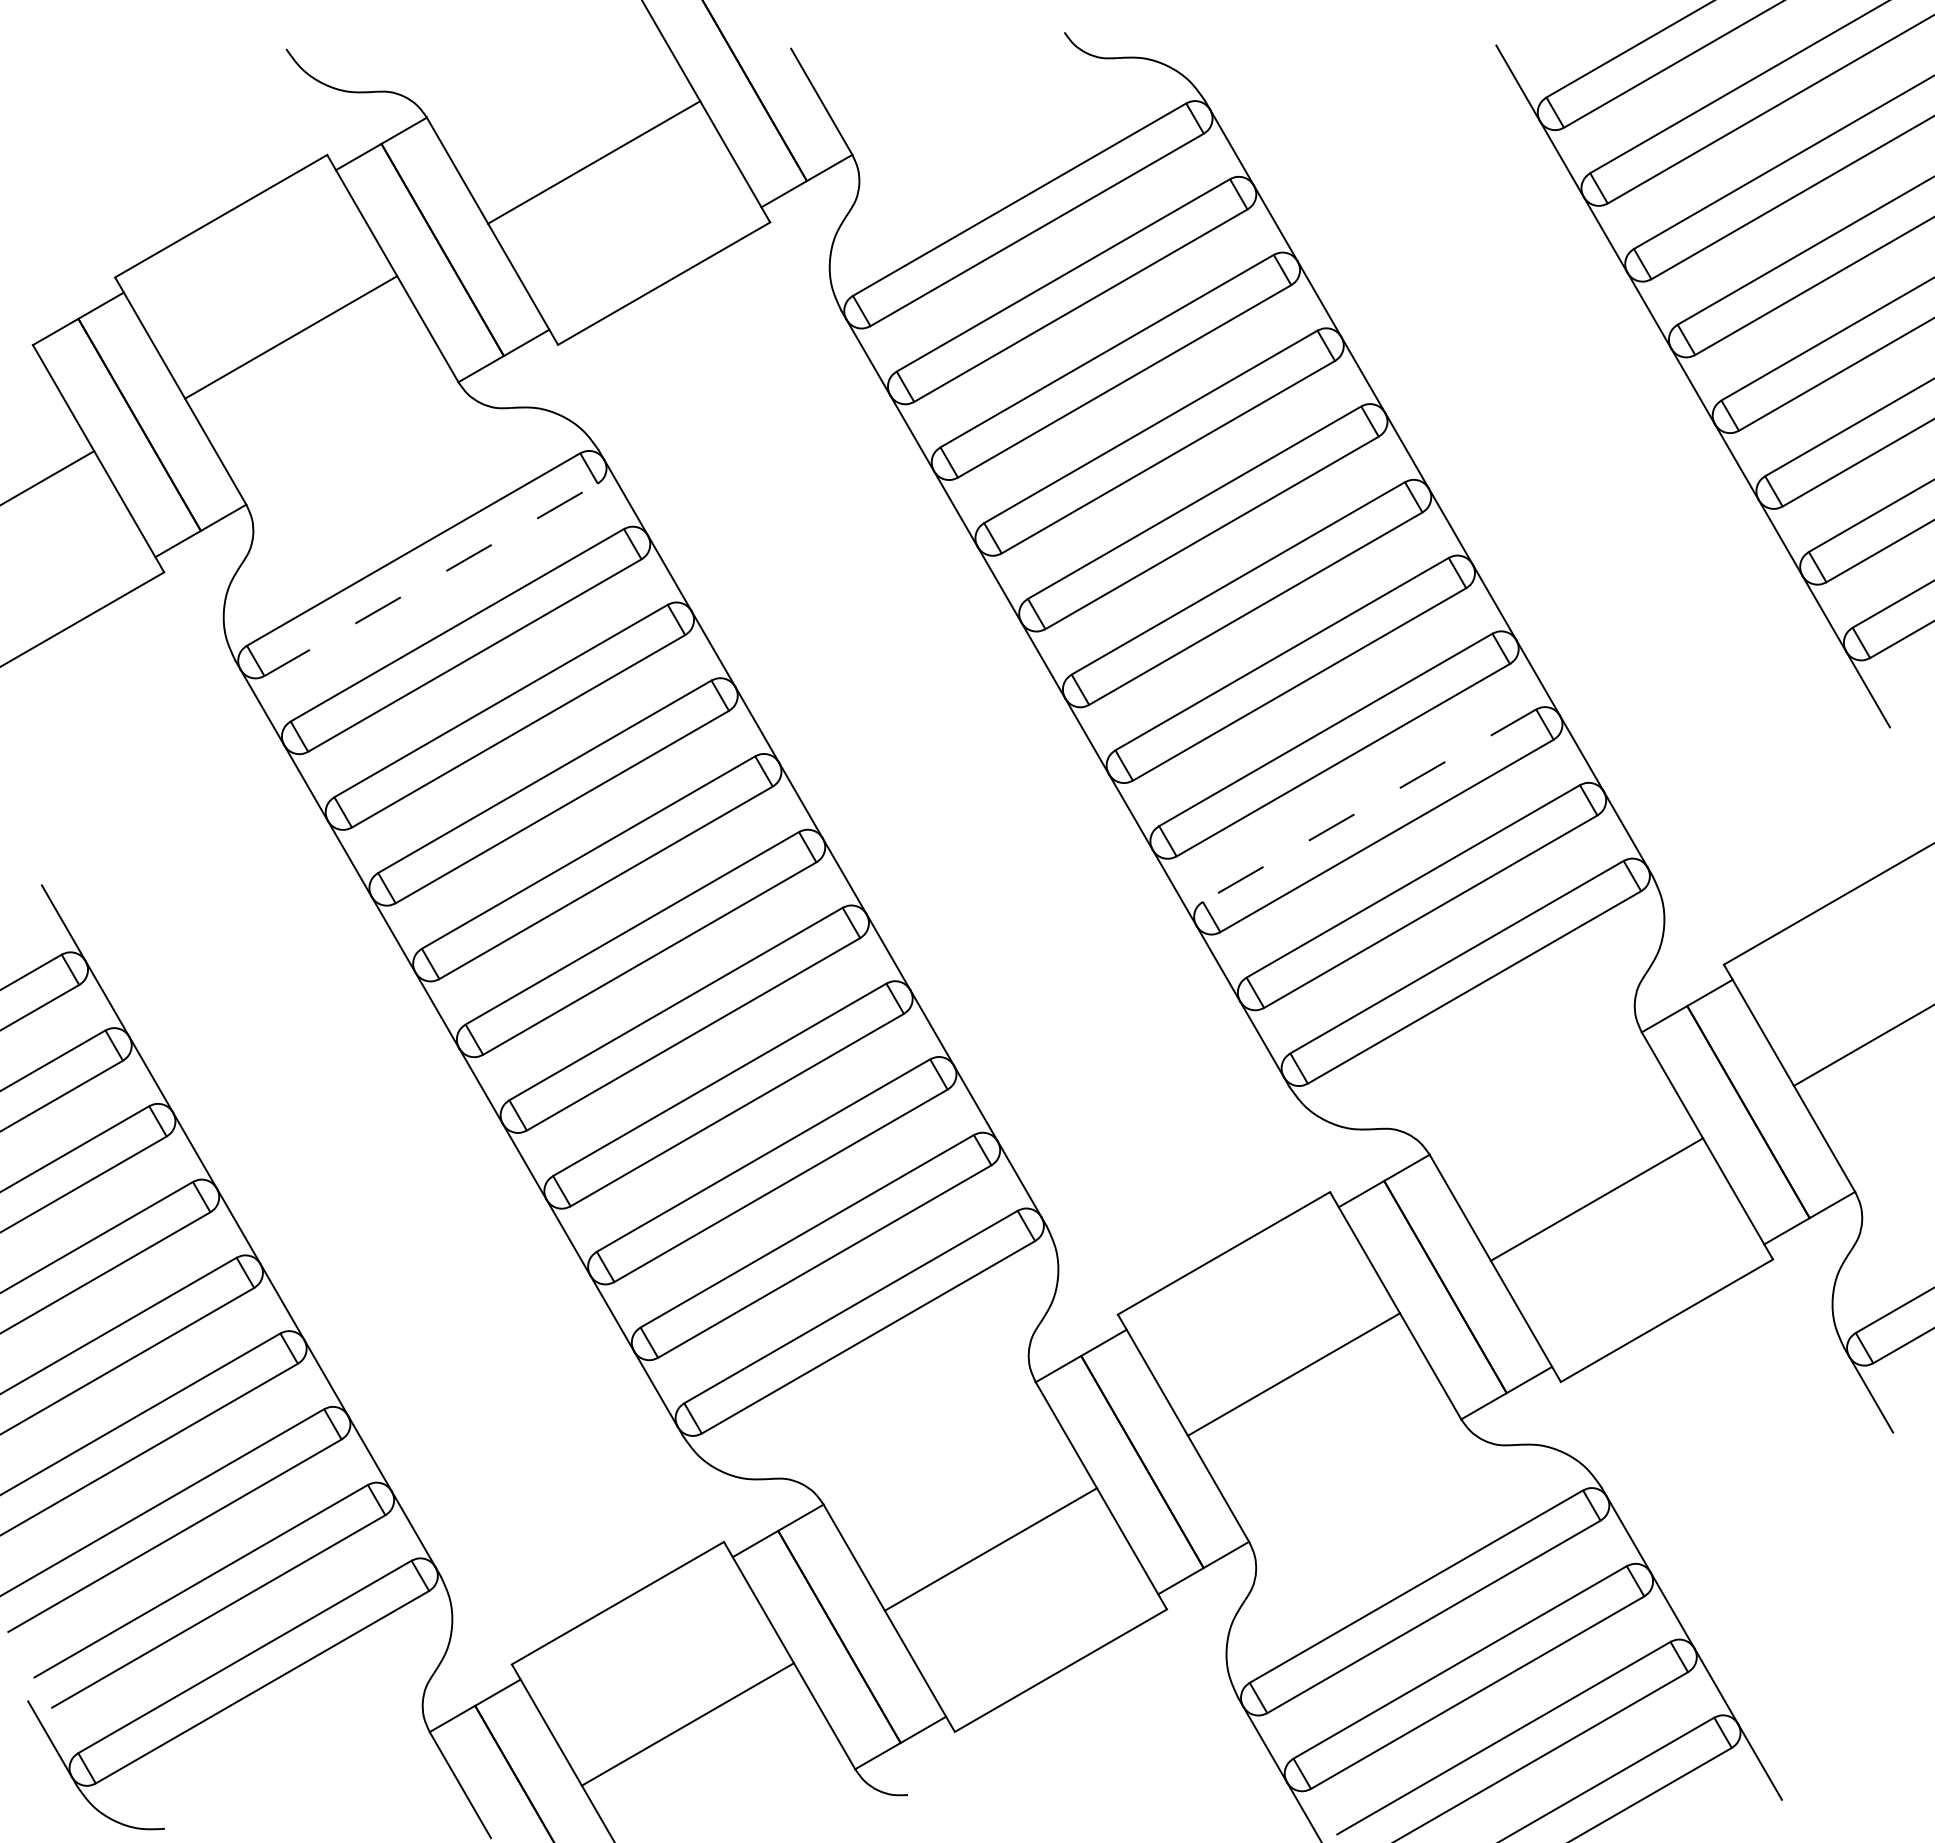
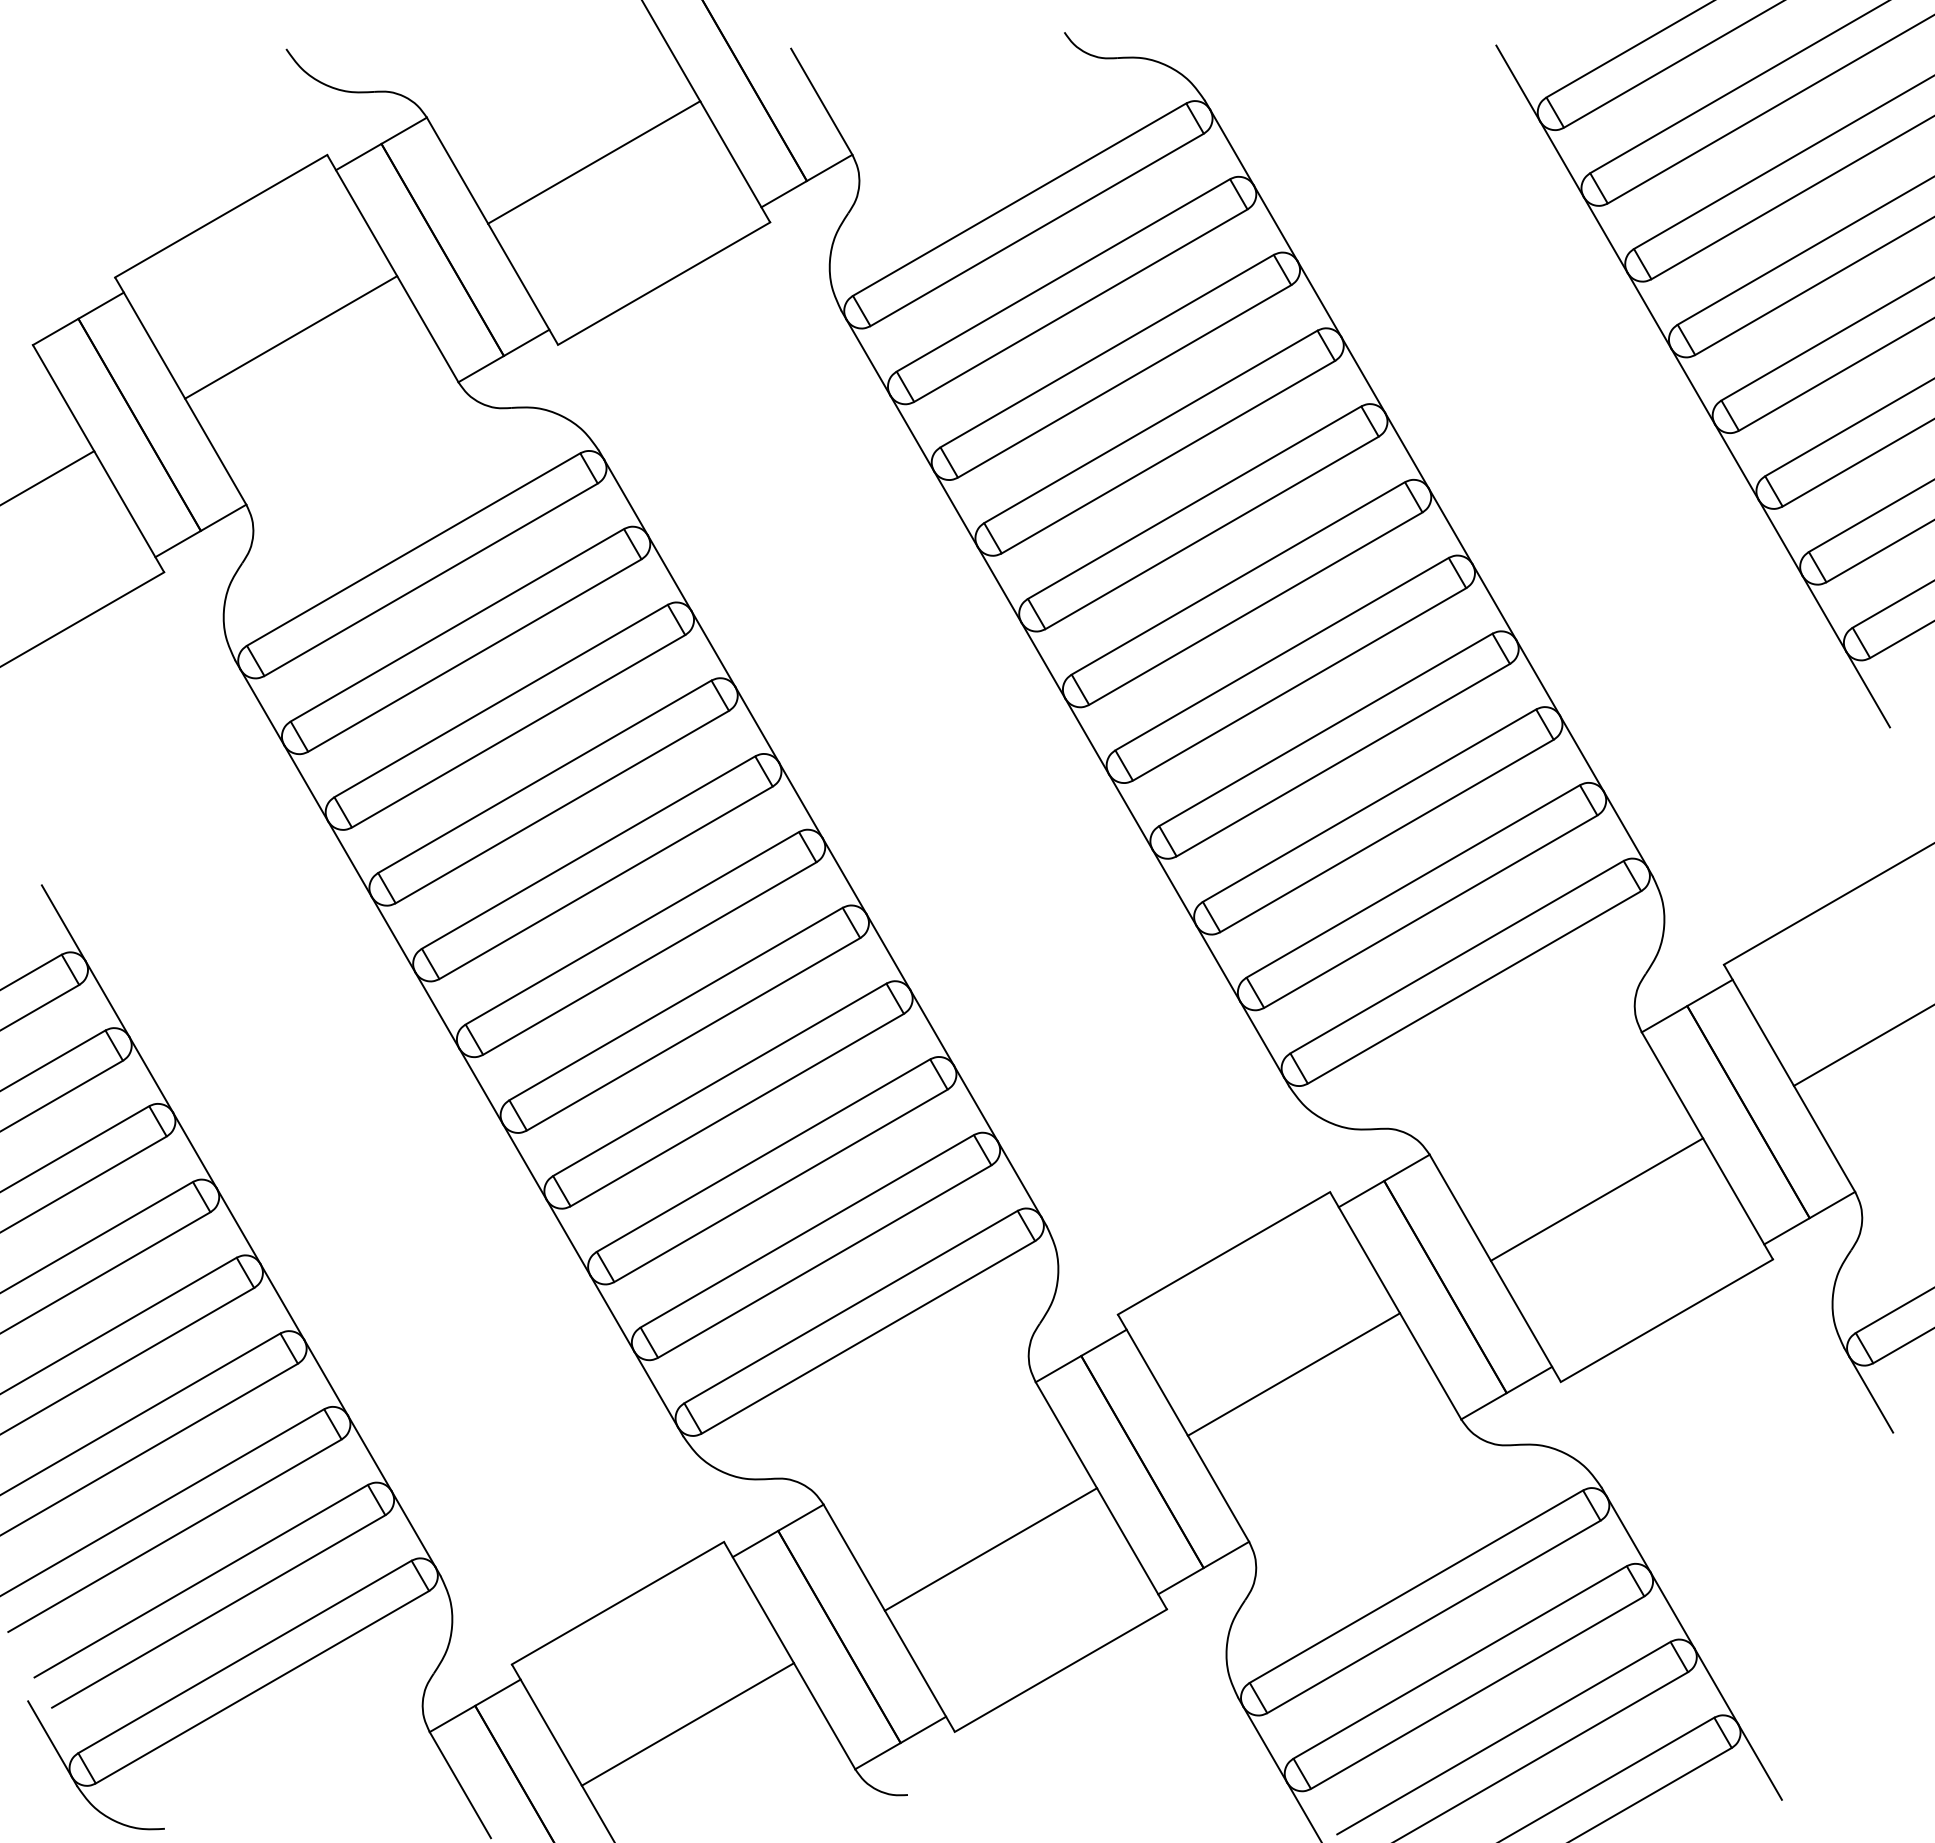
line at (431, 579): dashed -> solid
line at (1369, 805): dashed -> solid
